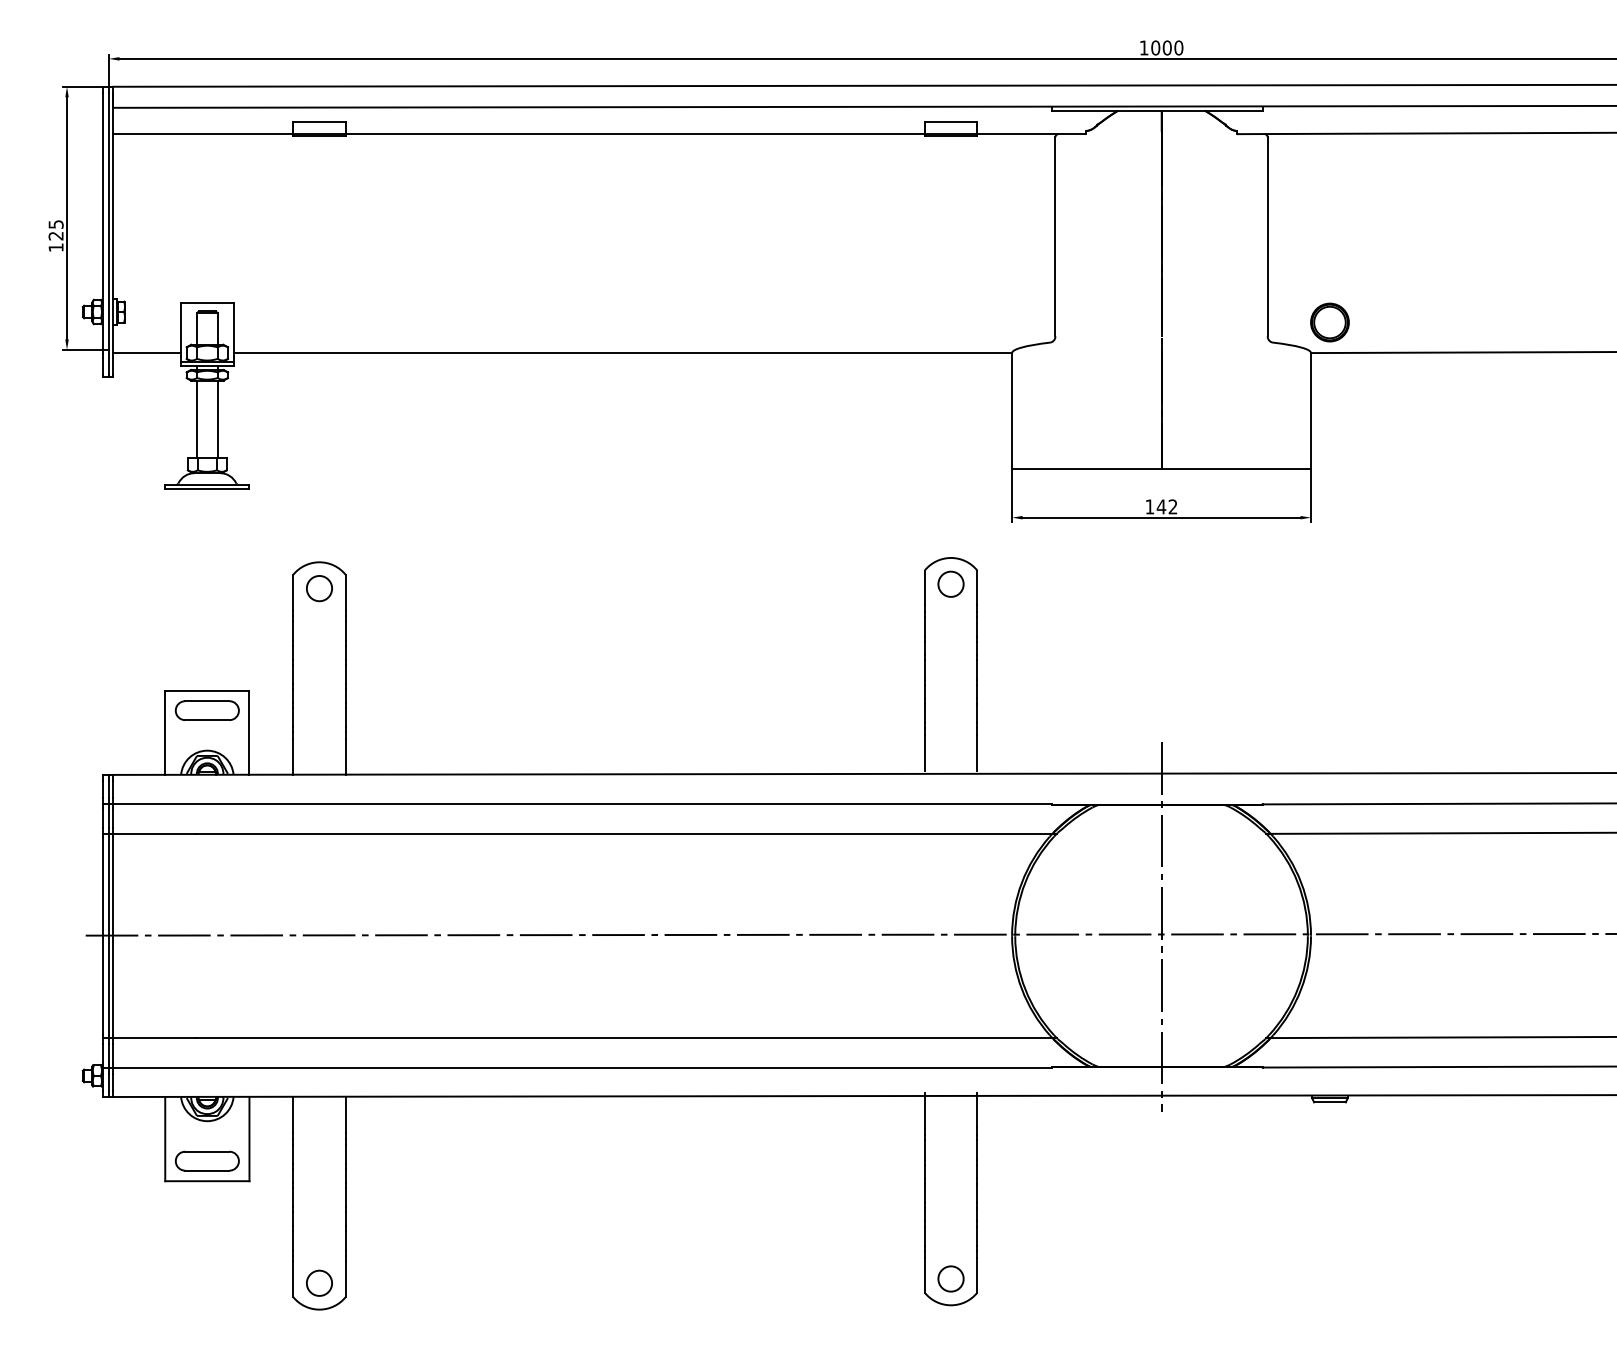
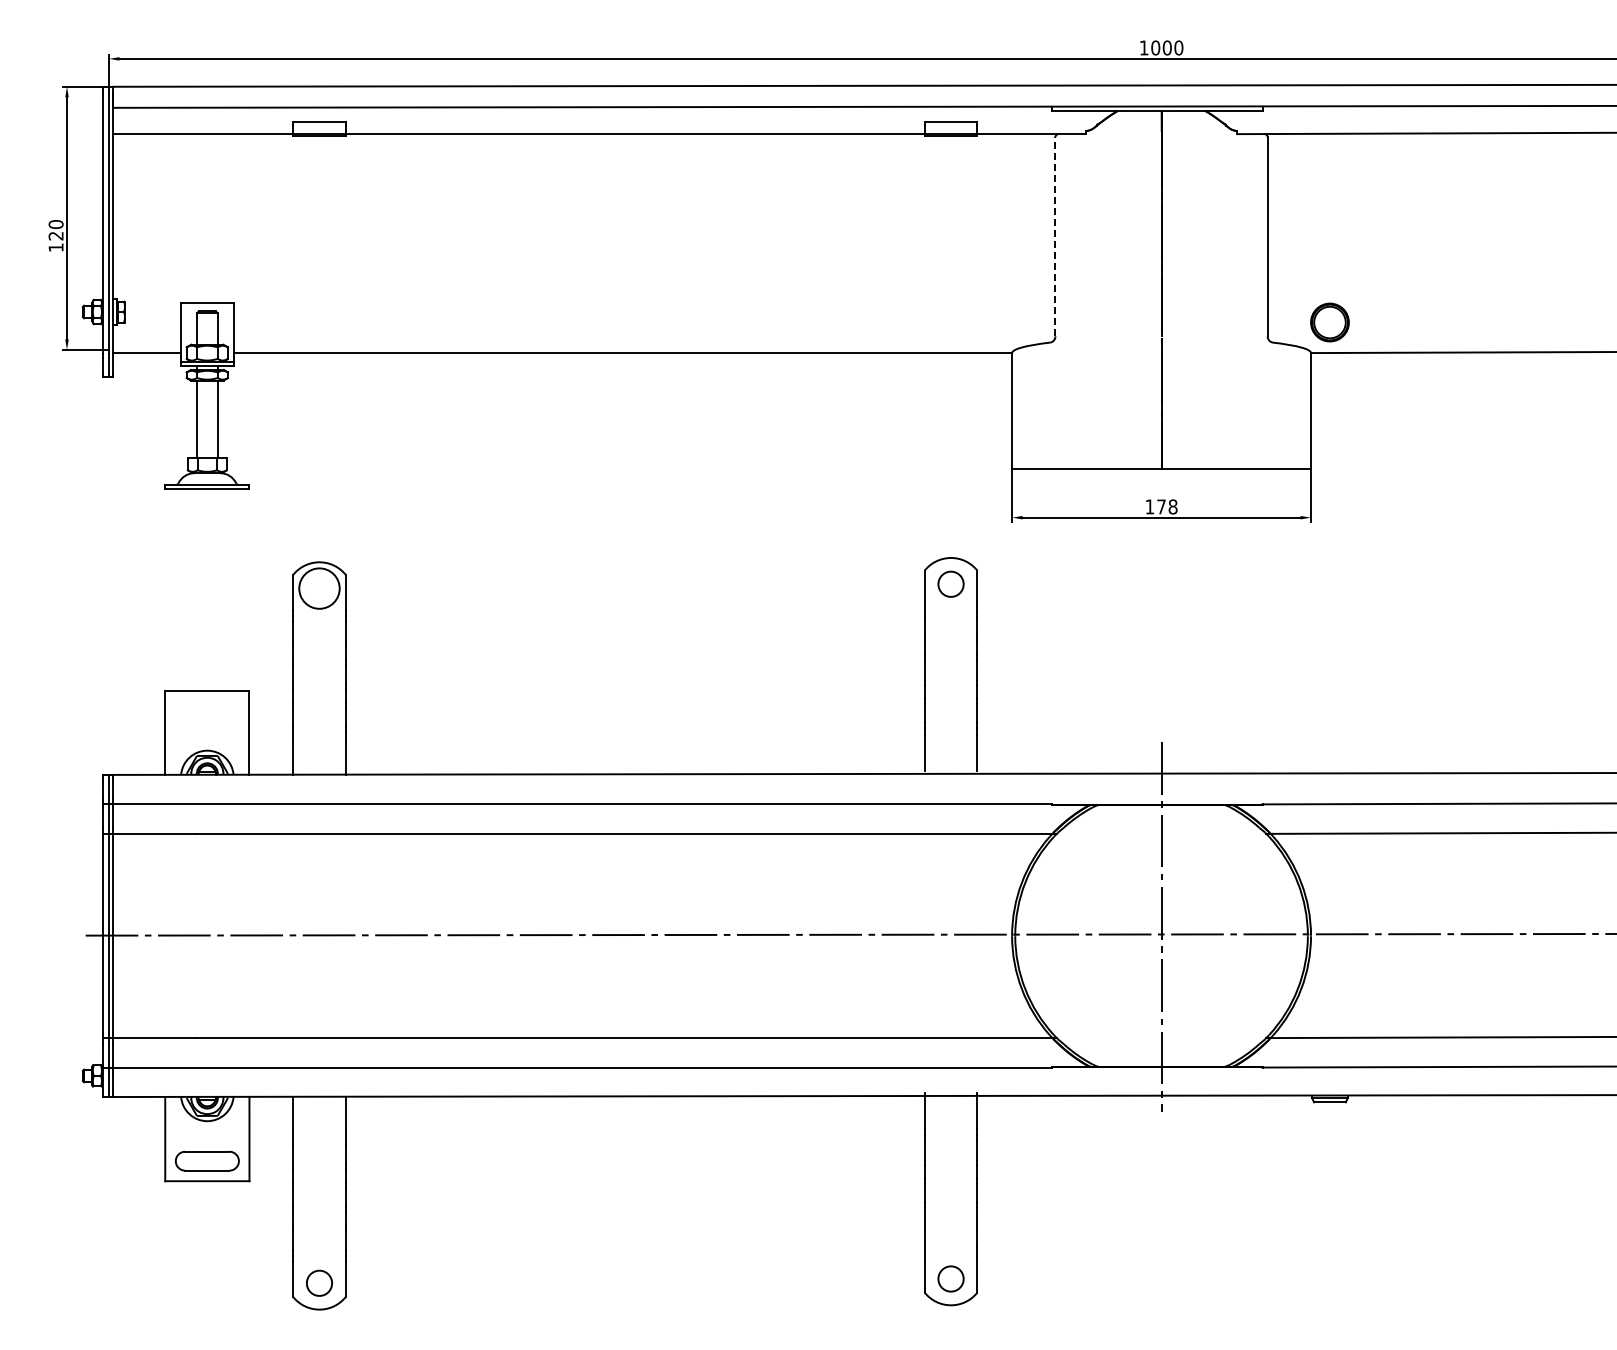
text at (55, 224): 125 -> 120
line at (1055, 236): solid -> dashed
text at (1166, 506): 142 -> 178
circle at (319, 588) diameter: 25 px -> 40 px
part at (206, 710): present -> none
